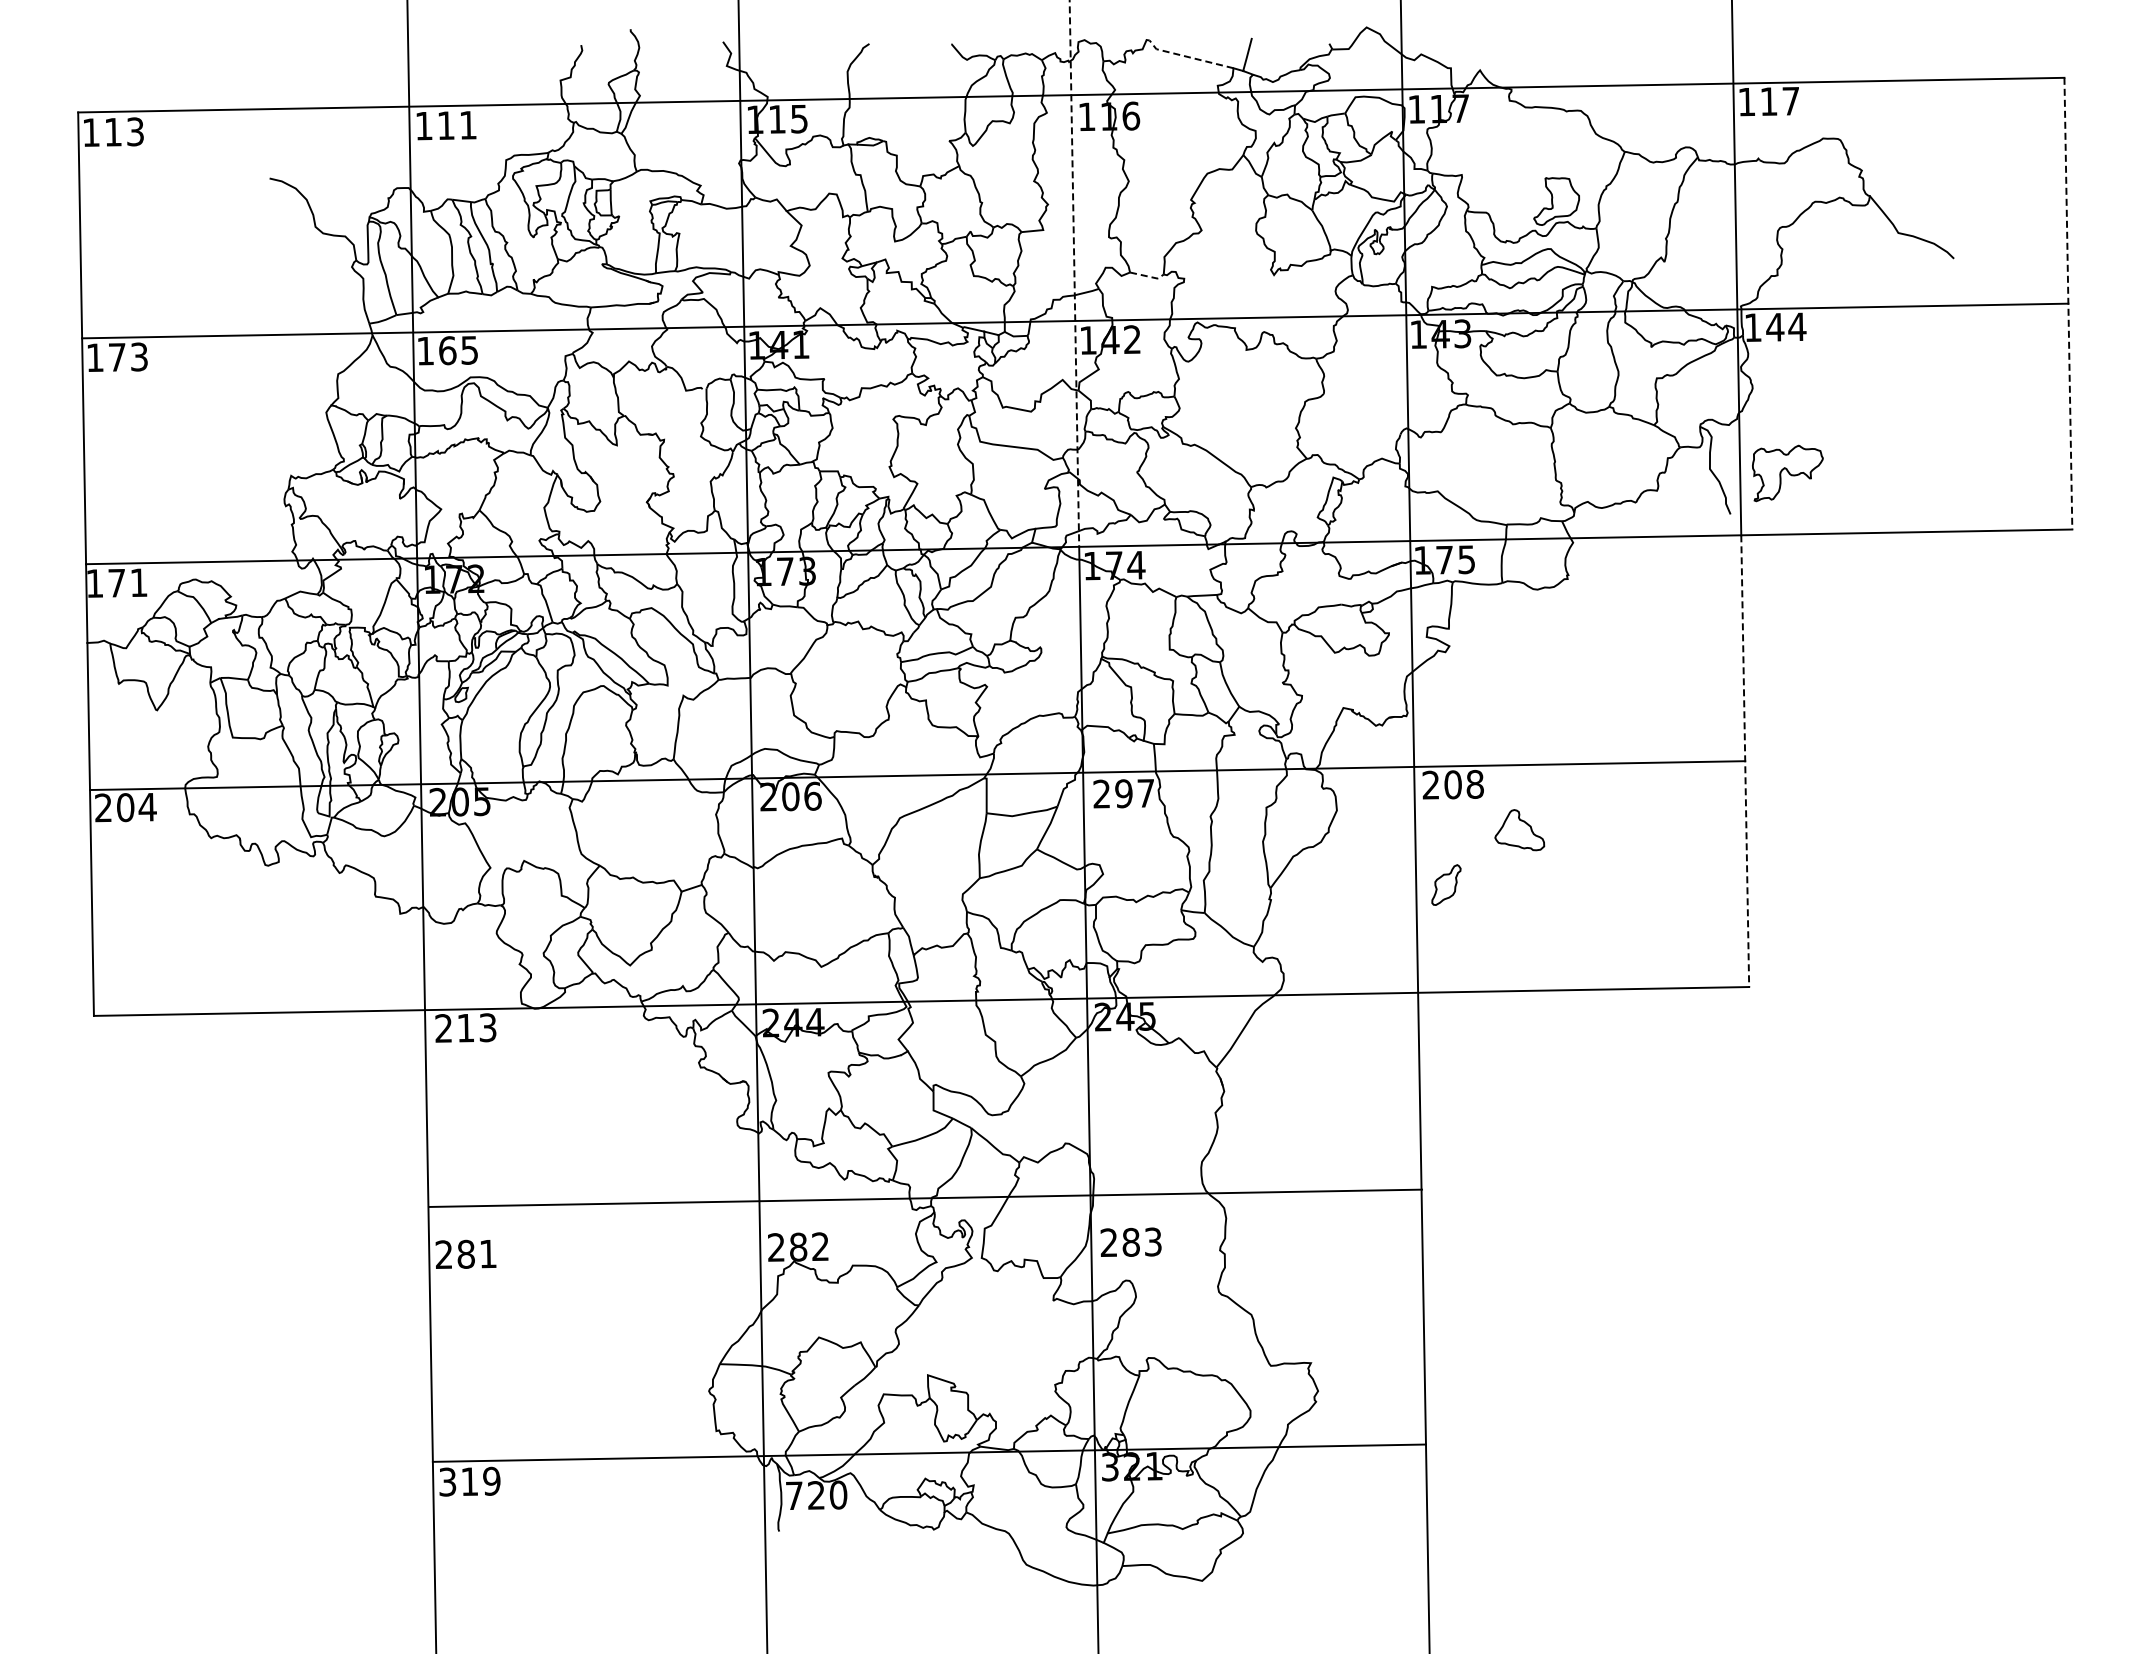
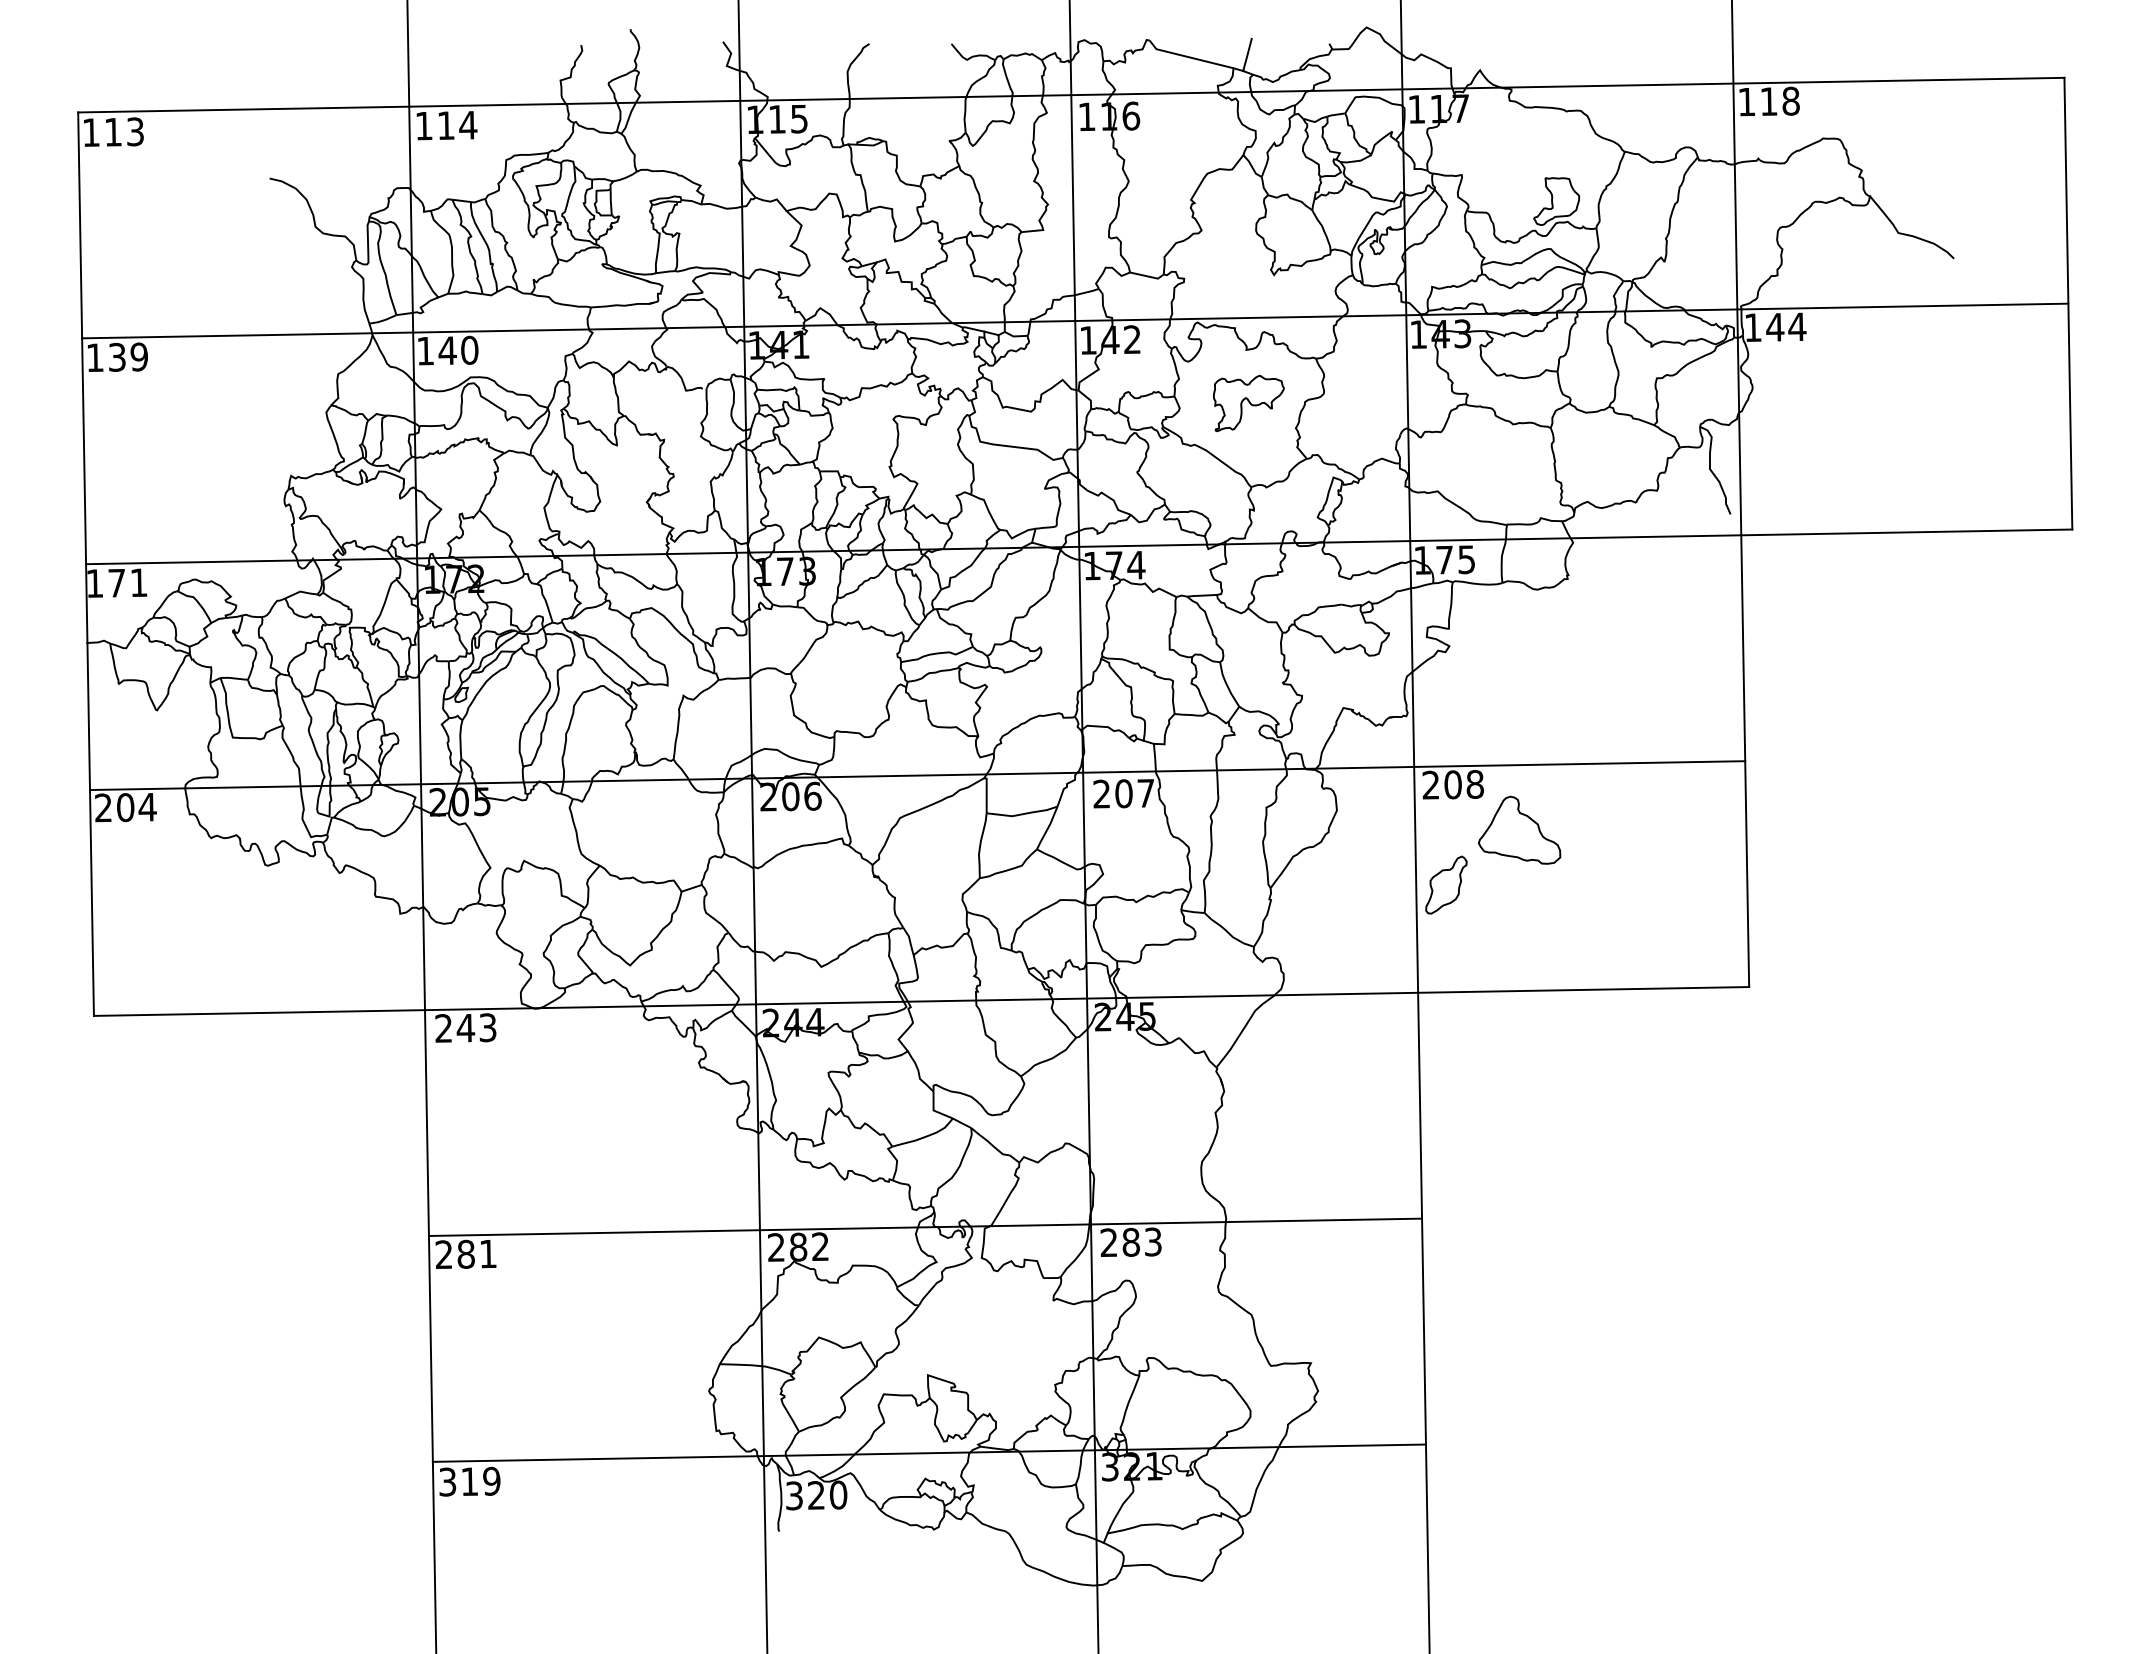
line at (1189, 57): dashed -> solid
text at (1790, 100): 117 -> 118
text at (468, 125): 111 -> 114
line at (1074, 274): dashed -> solid
line at (1148, 276): dashed -> solid
line at (2068, 303): dashed -> solid
text at (458, 350): 165 -> 140
text at (128, 356): 173 -> 139
part at (1787, 473) position: (1787, 473) -> (1248, 403)
line at (1745, 761): dashed -> solid
text at (1123, 793): 297 -> 207
part at (1519, 830) size: 52x43 px -> 84x70 px
part at (1446, 884) size: 31x42 px -> 43x60 px
text at (465, 1028): 213 -> 243
line at (925, 1197) position: (925, 1197) -> (925, 1226)
text at (794, 1495): 720 -> 320
